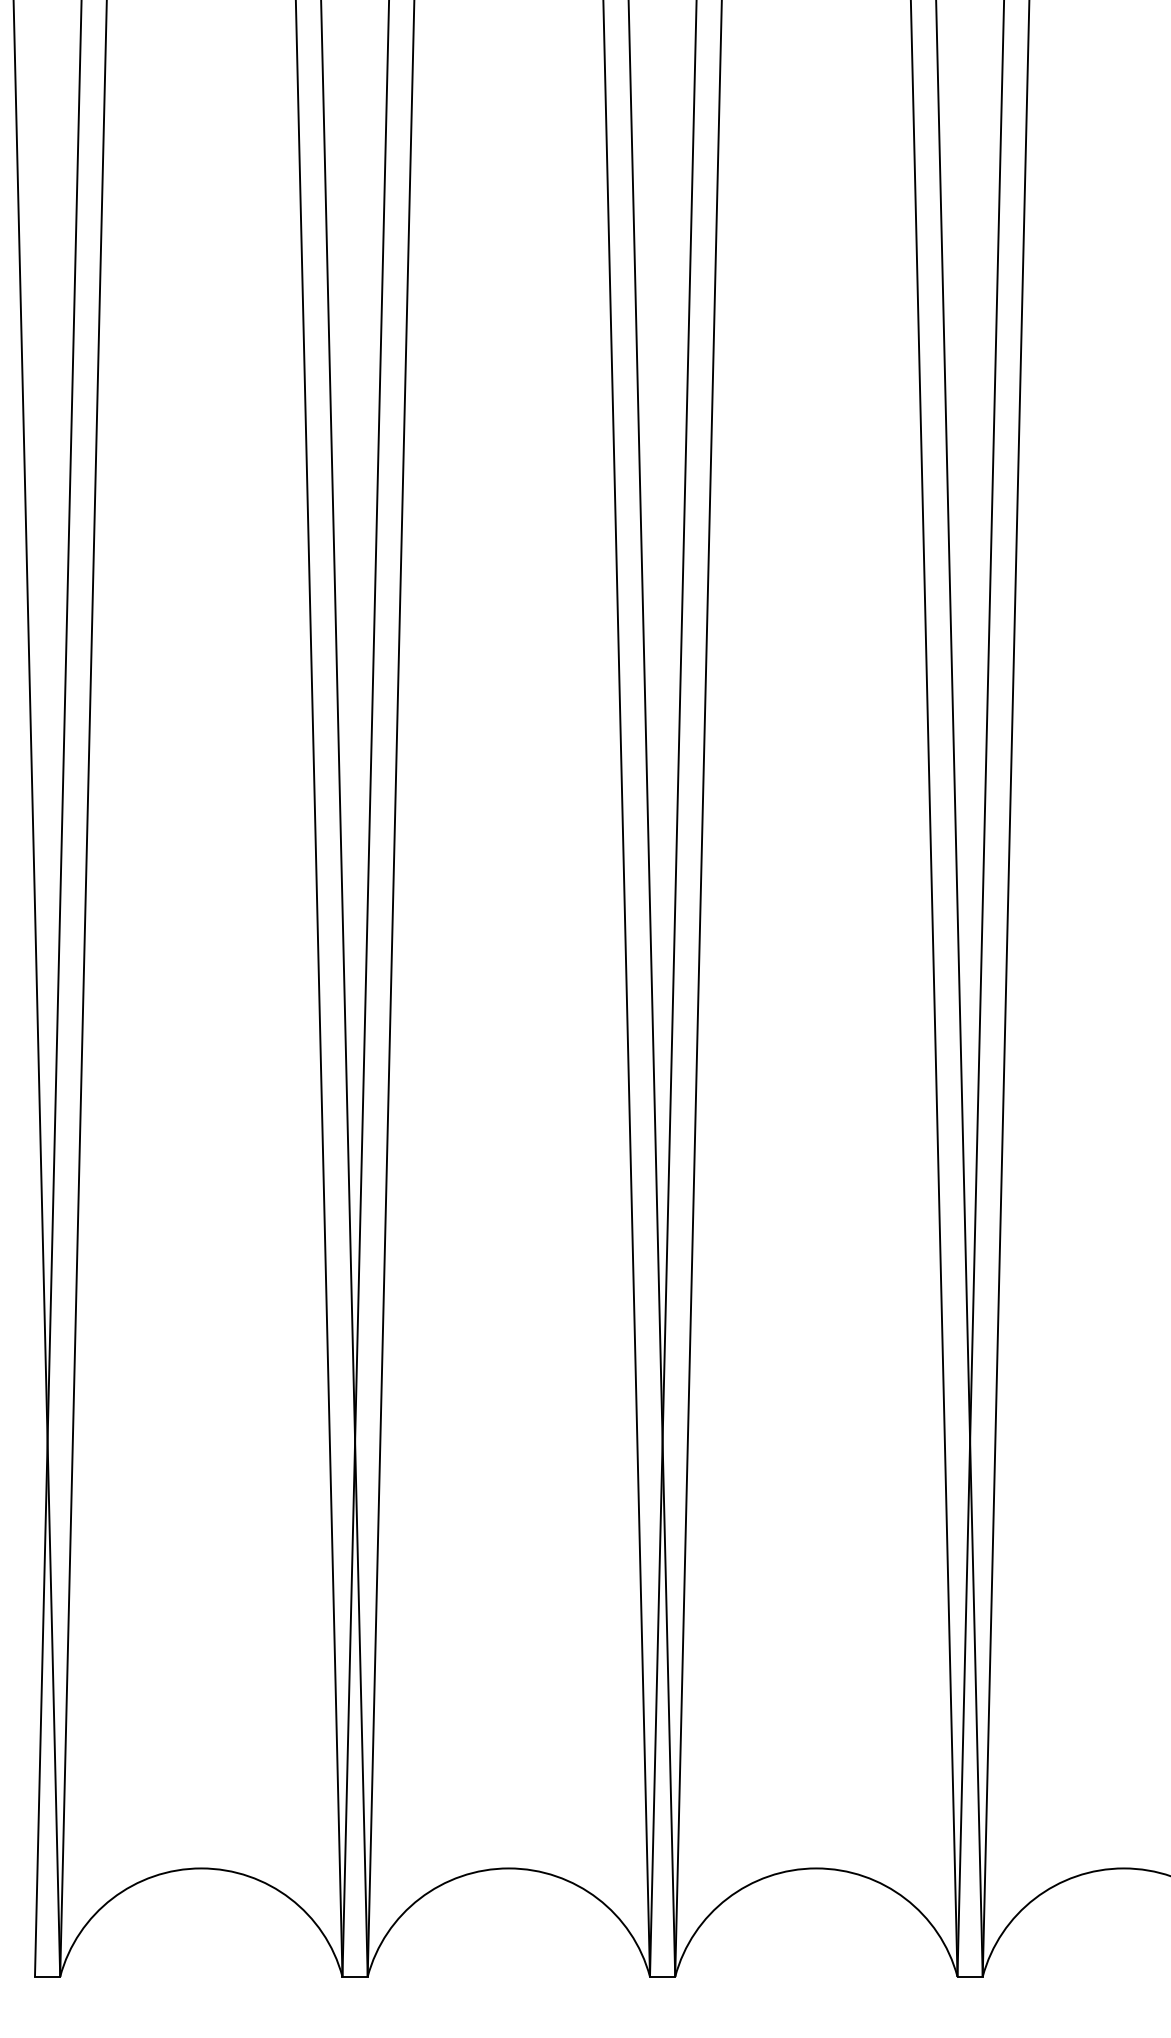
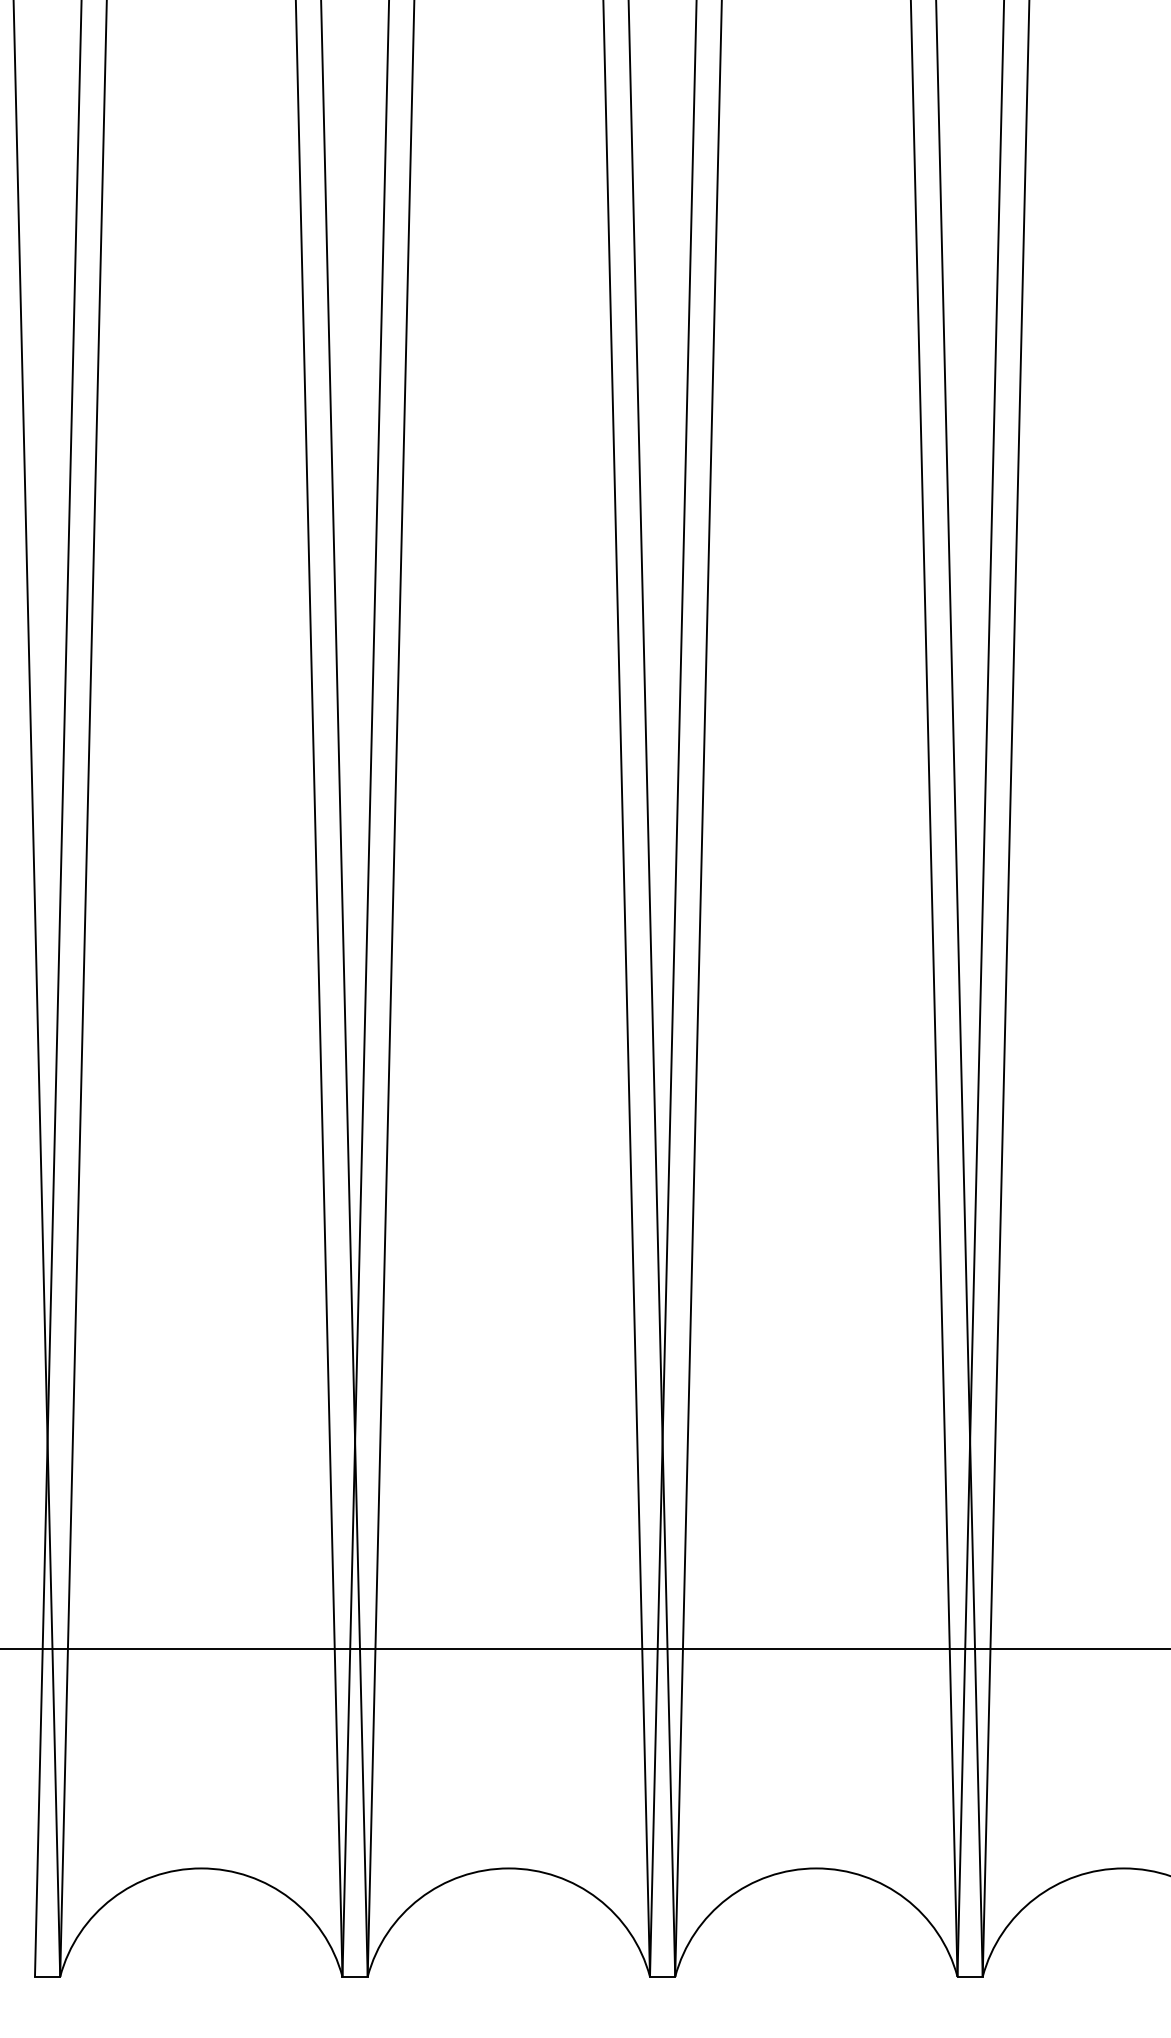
line at (584, 1649): none -> present
